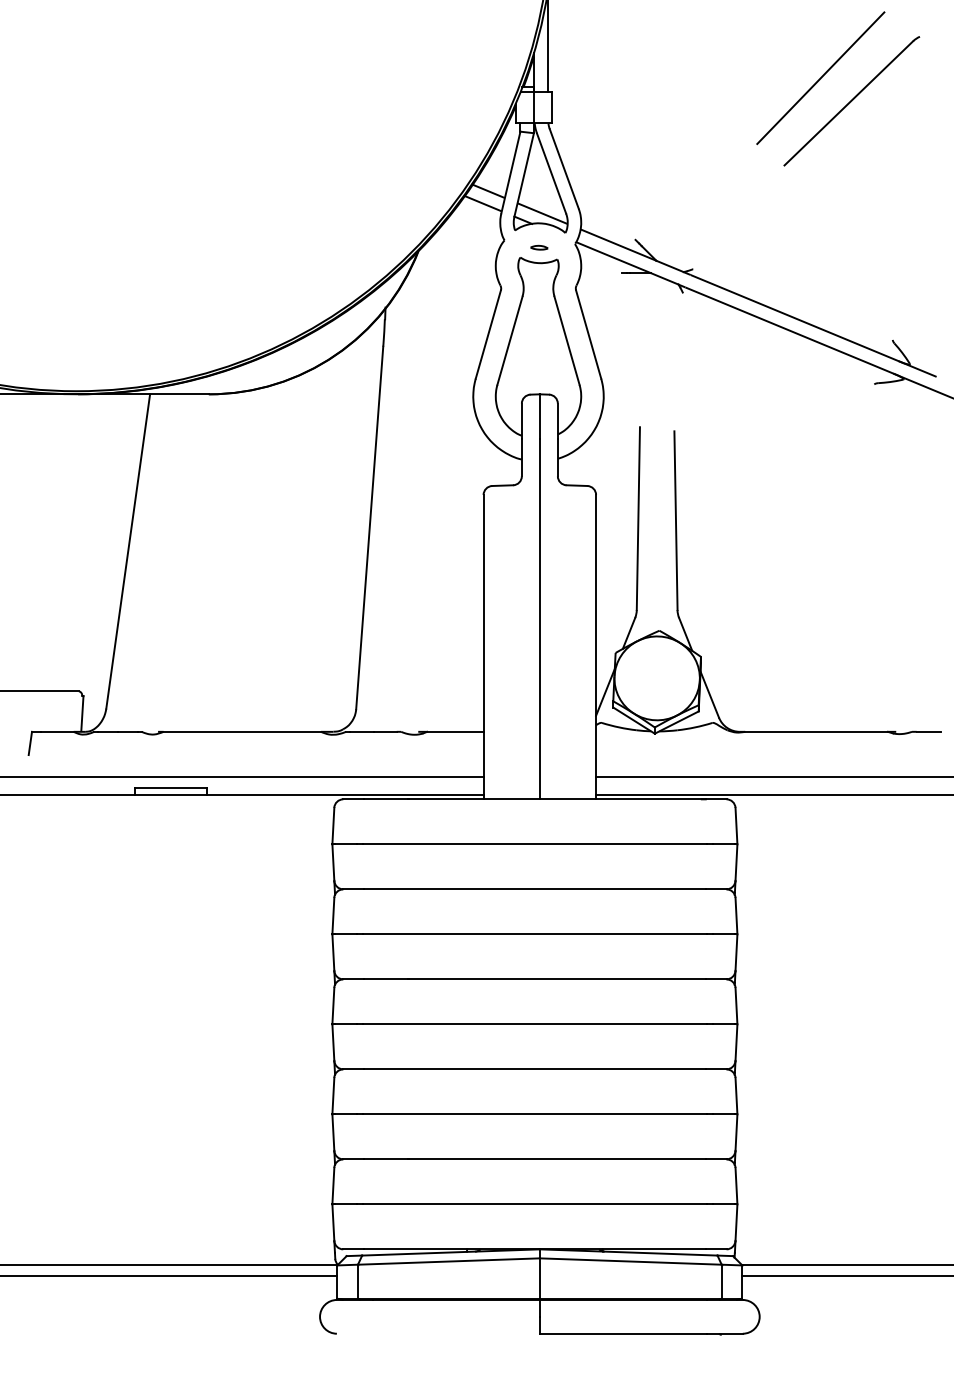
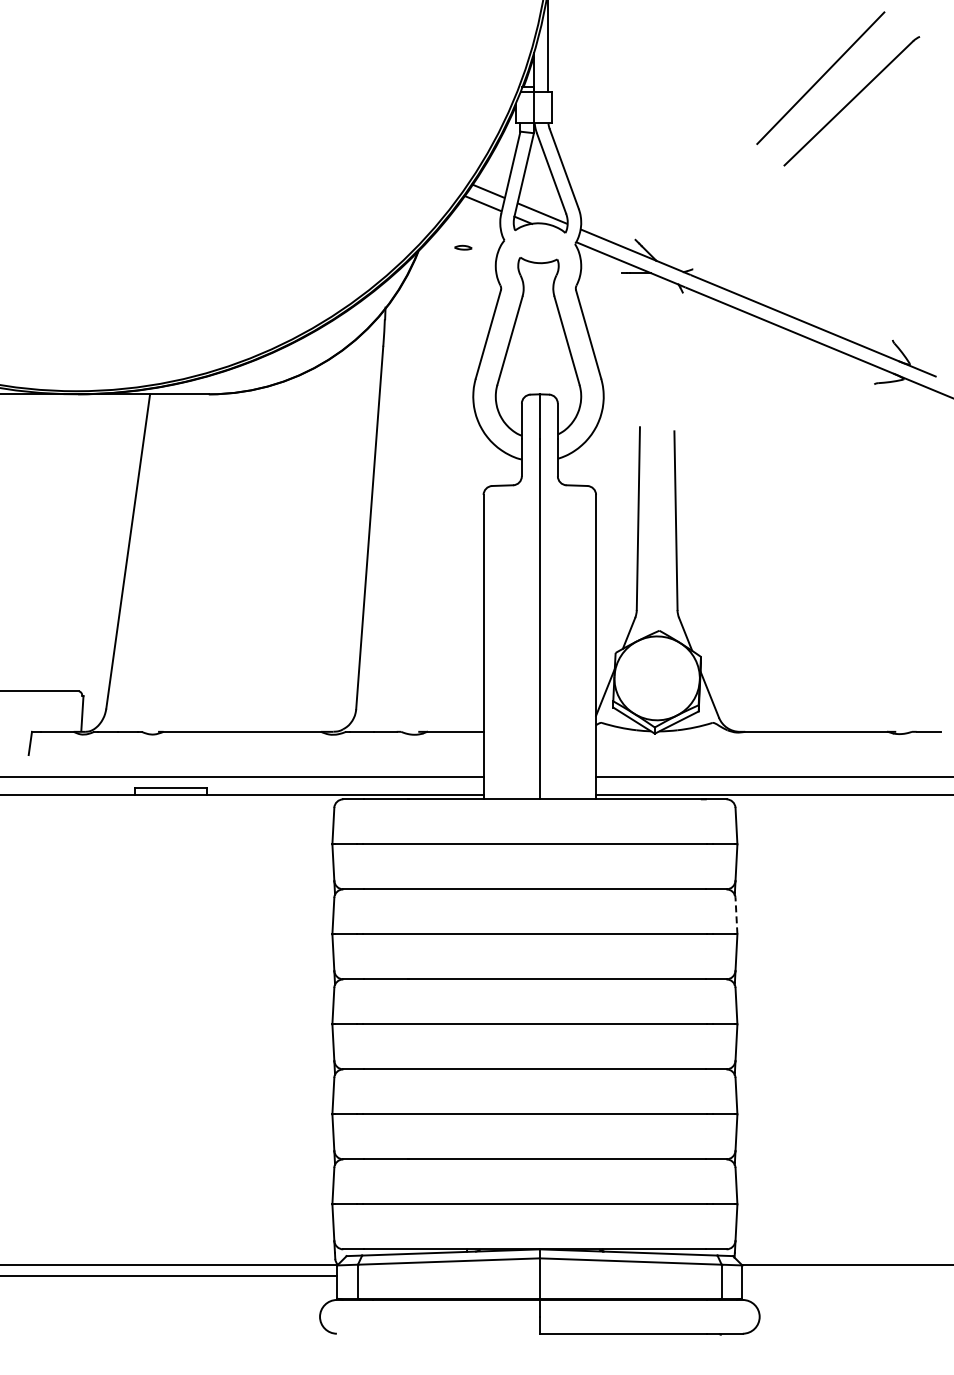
part at (539, 247) position: (539, 247) -> (463, 247)
line at (736, 915): solid -> dashed
line at (846, 1276): present -> none
